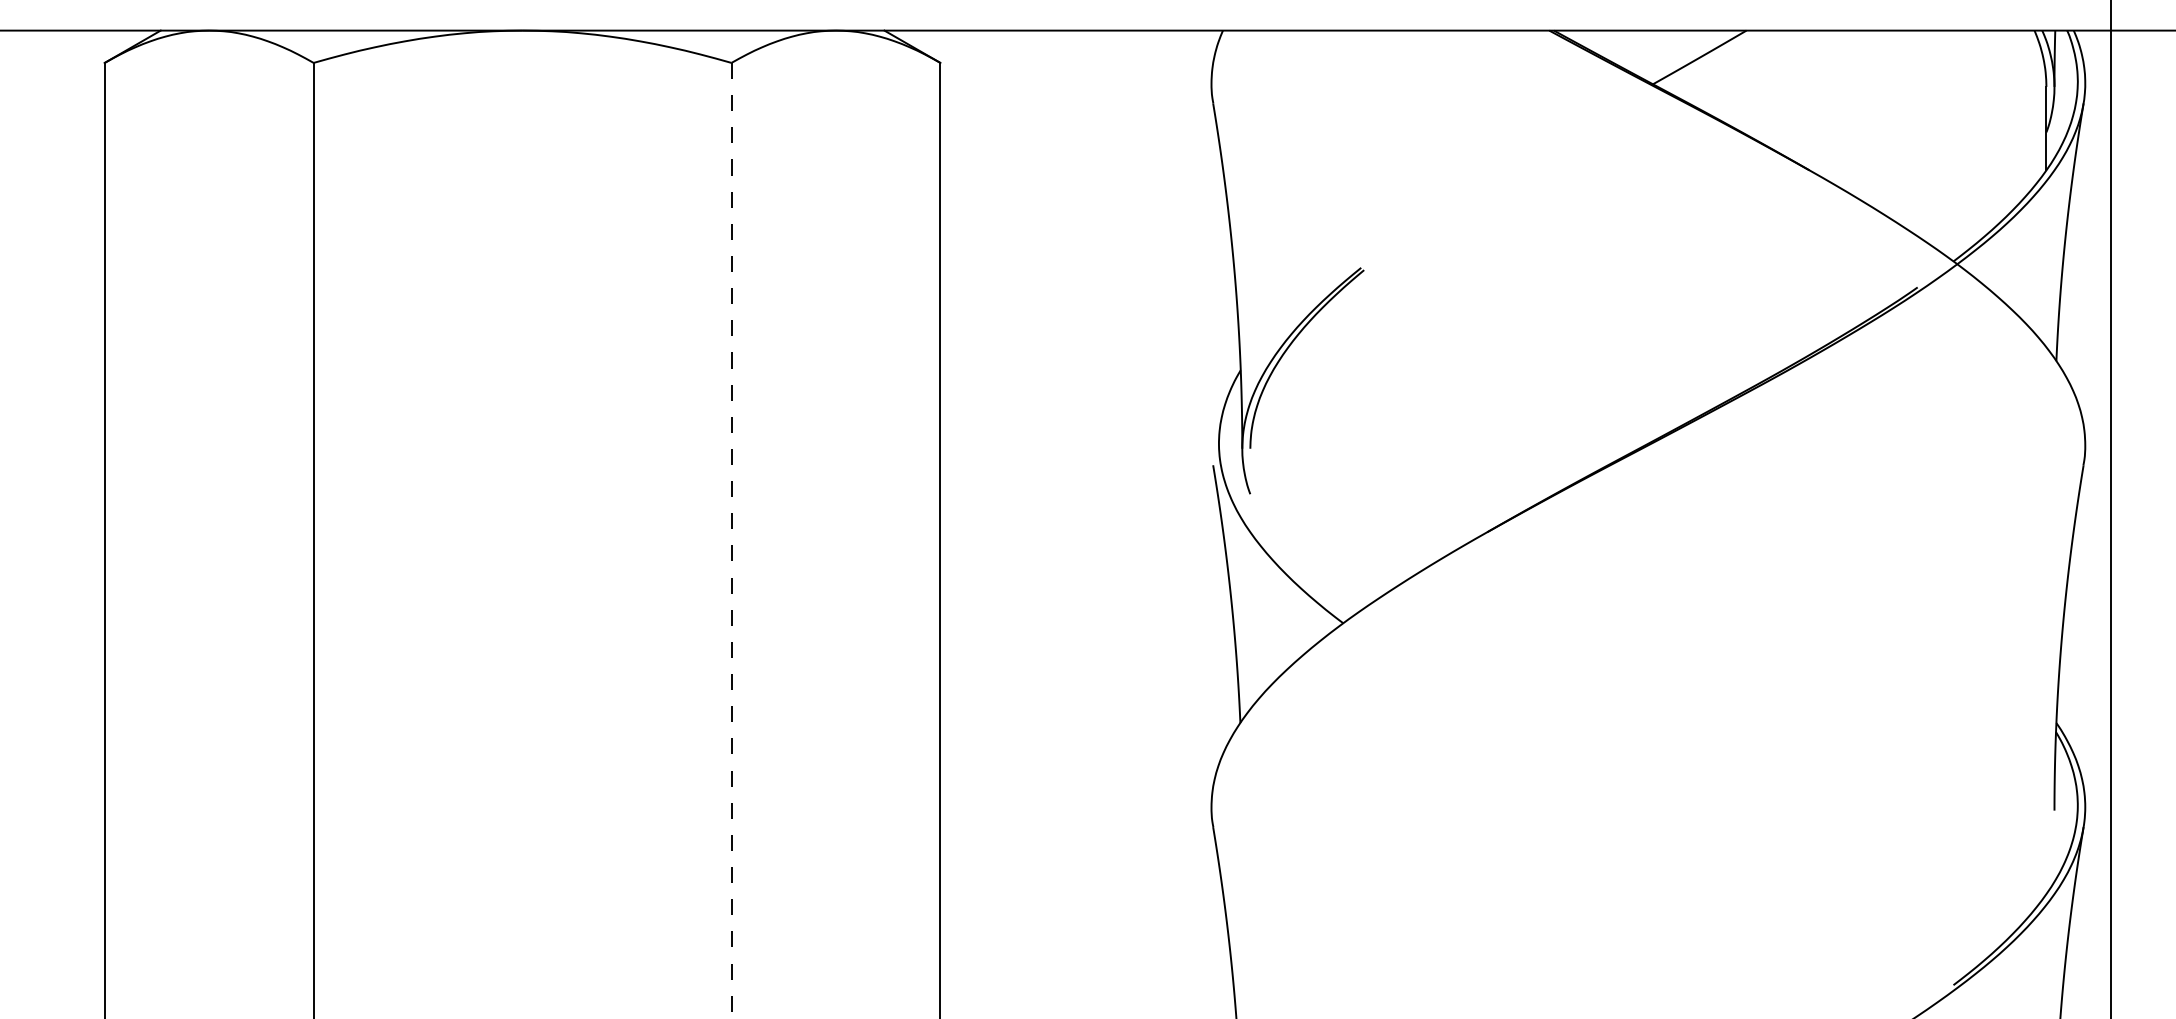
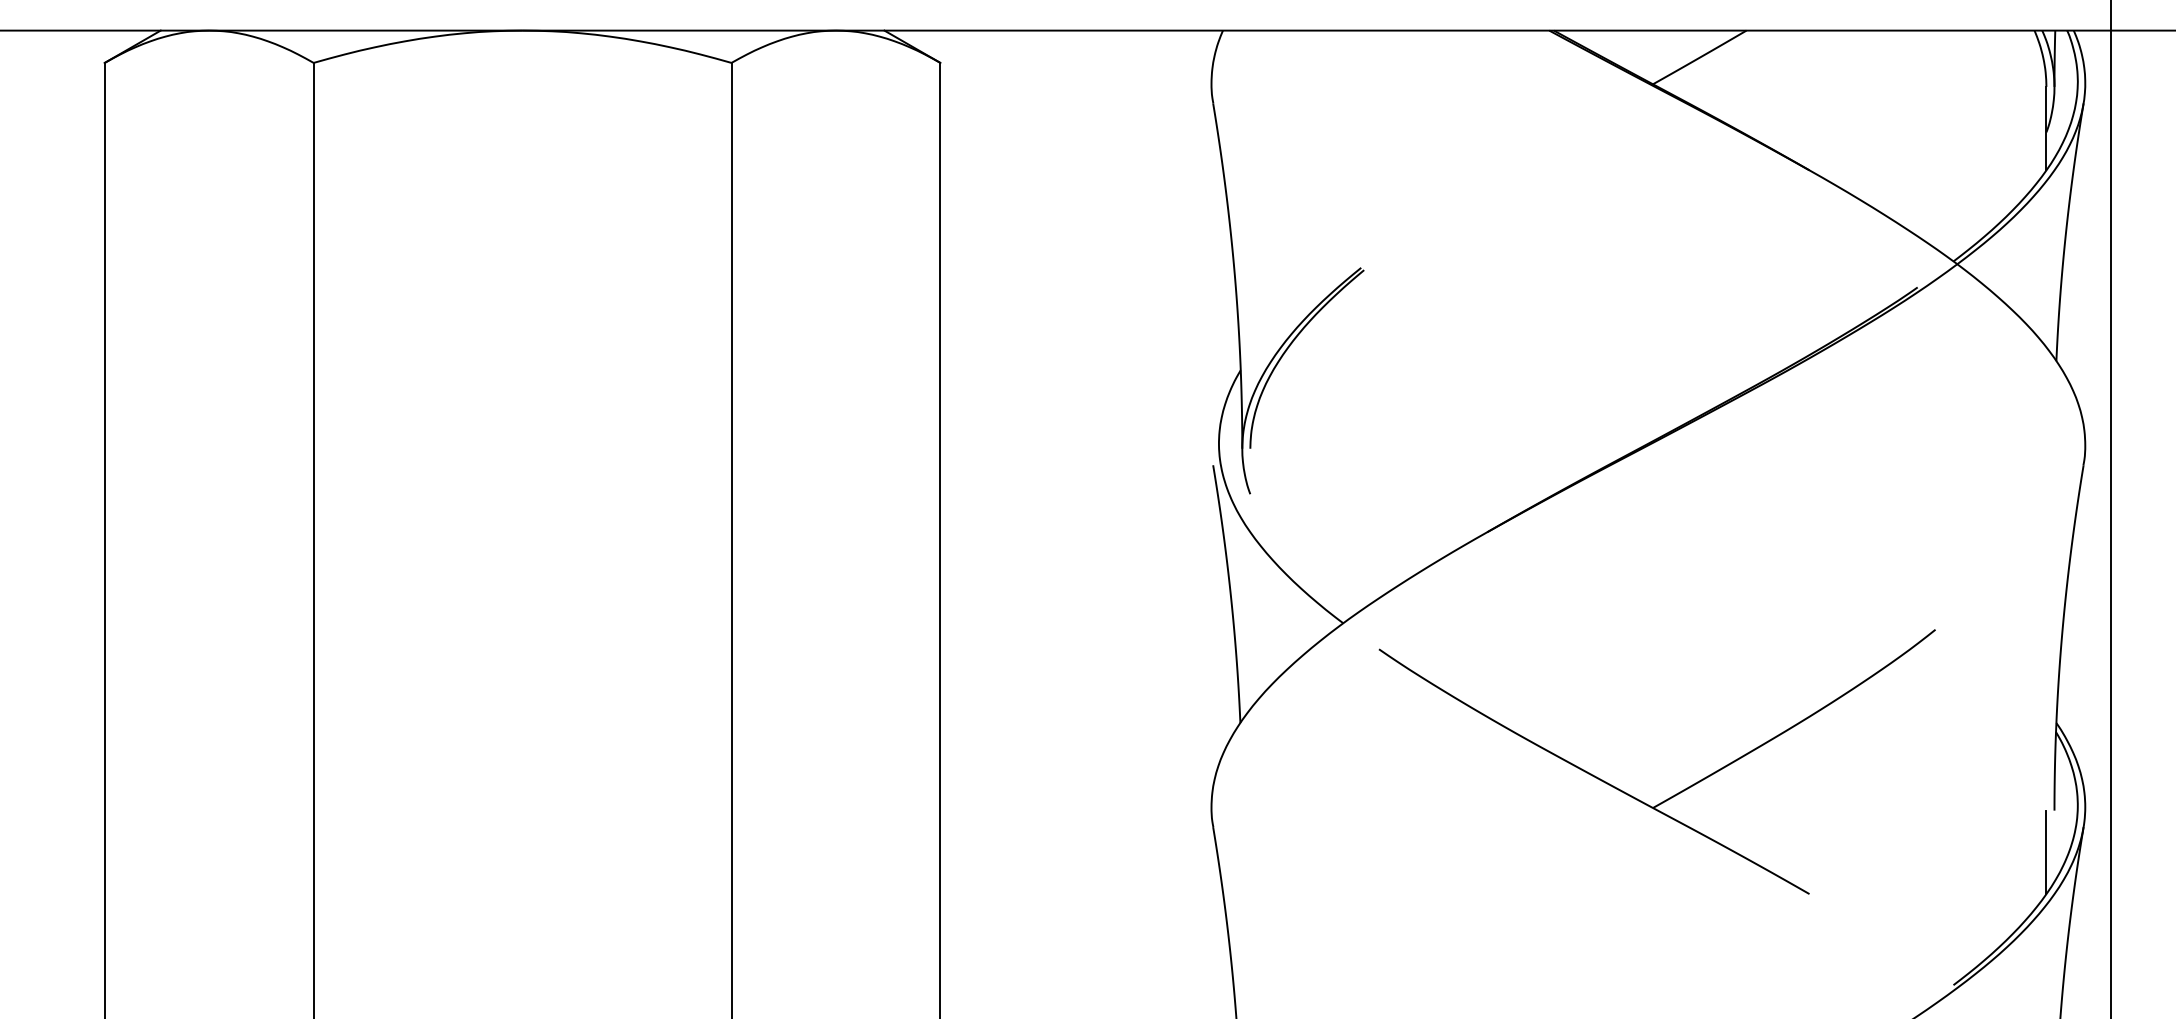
line at (731, 540): dashed -> solid
part at (1672, 795): none -> present
line at (2046, 852): none -> present
